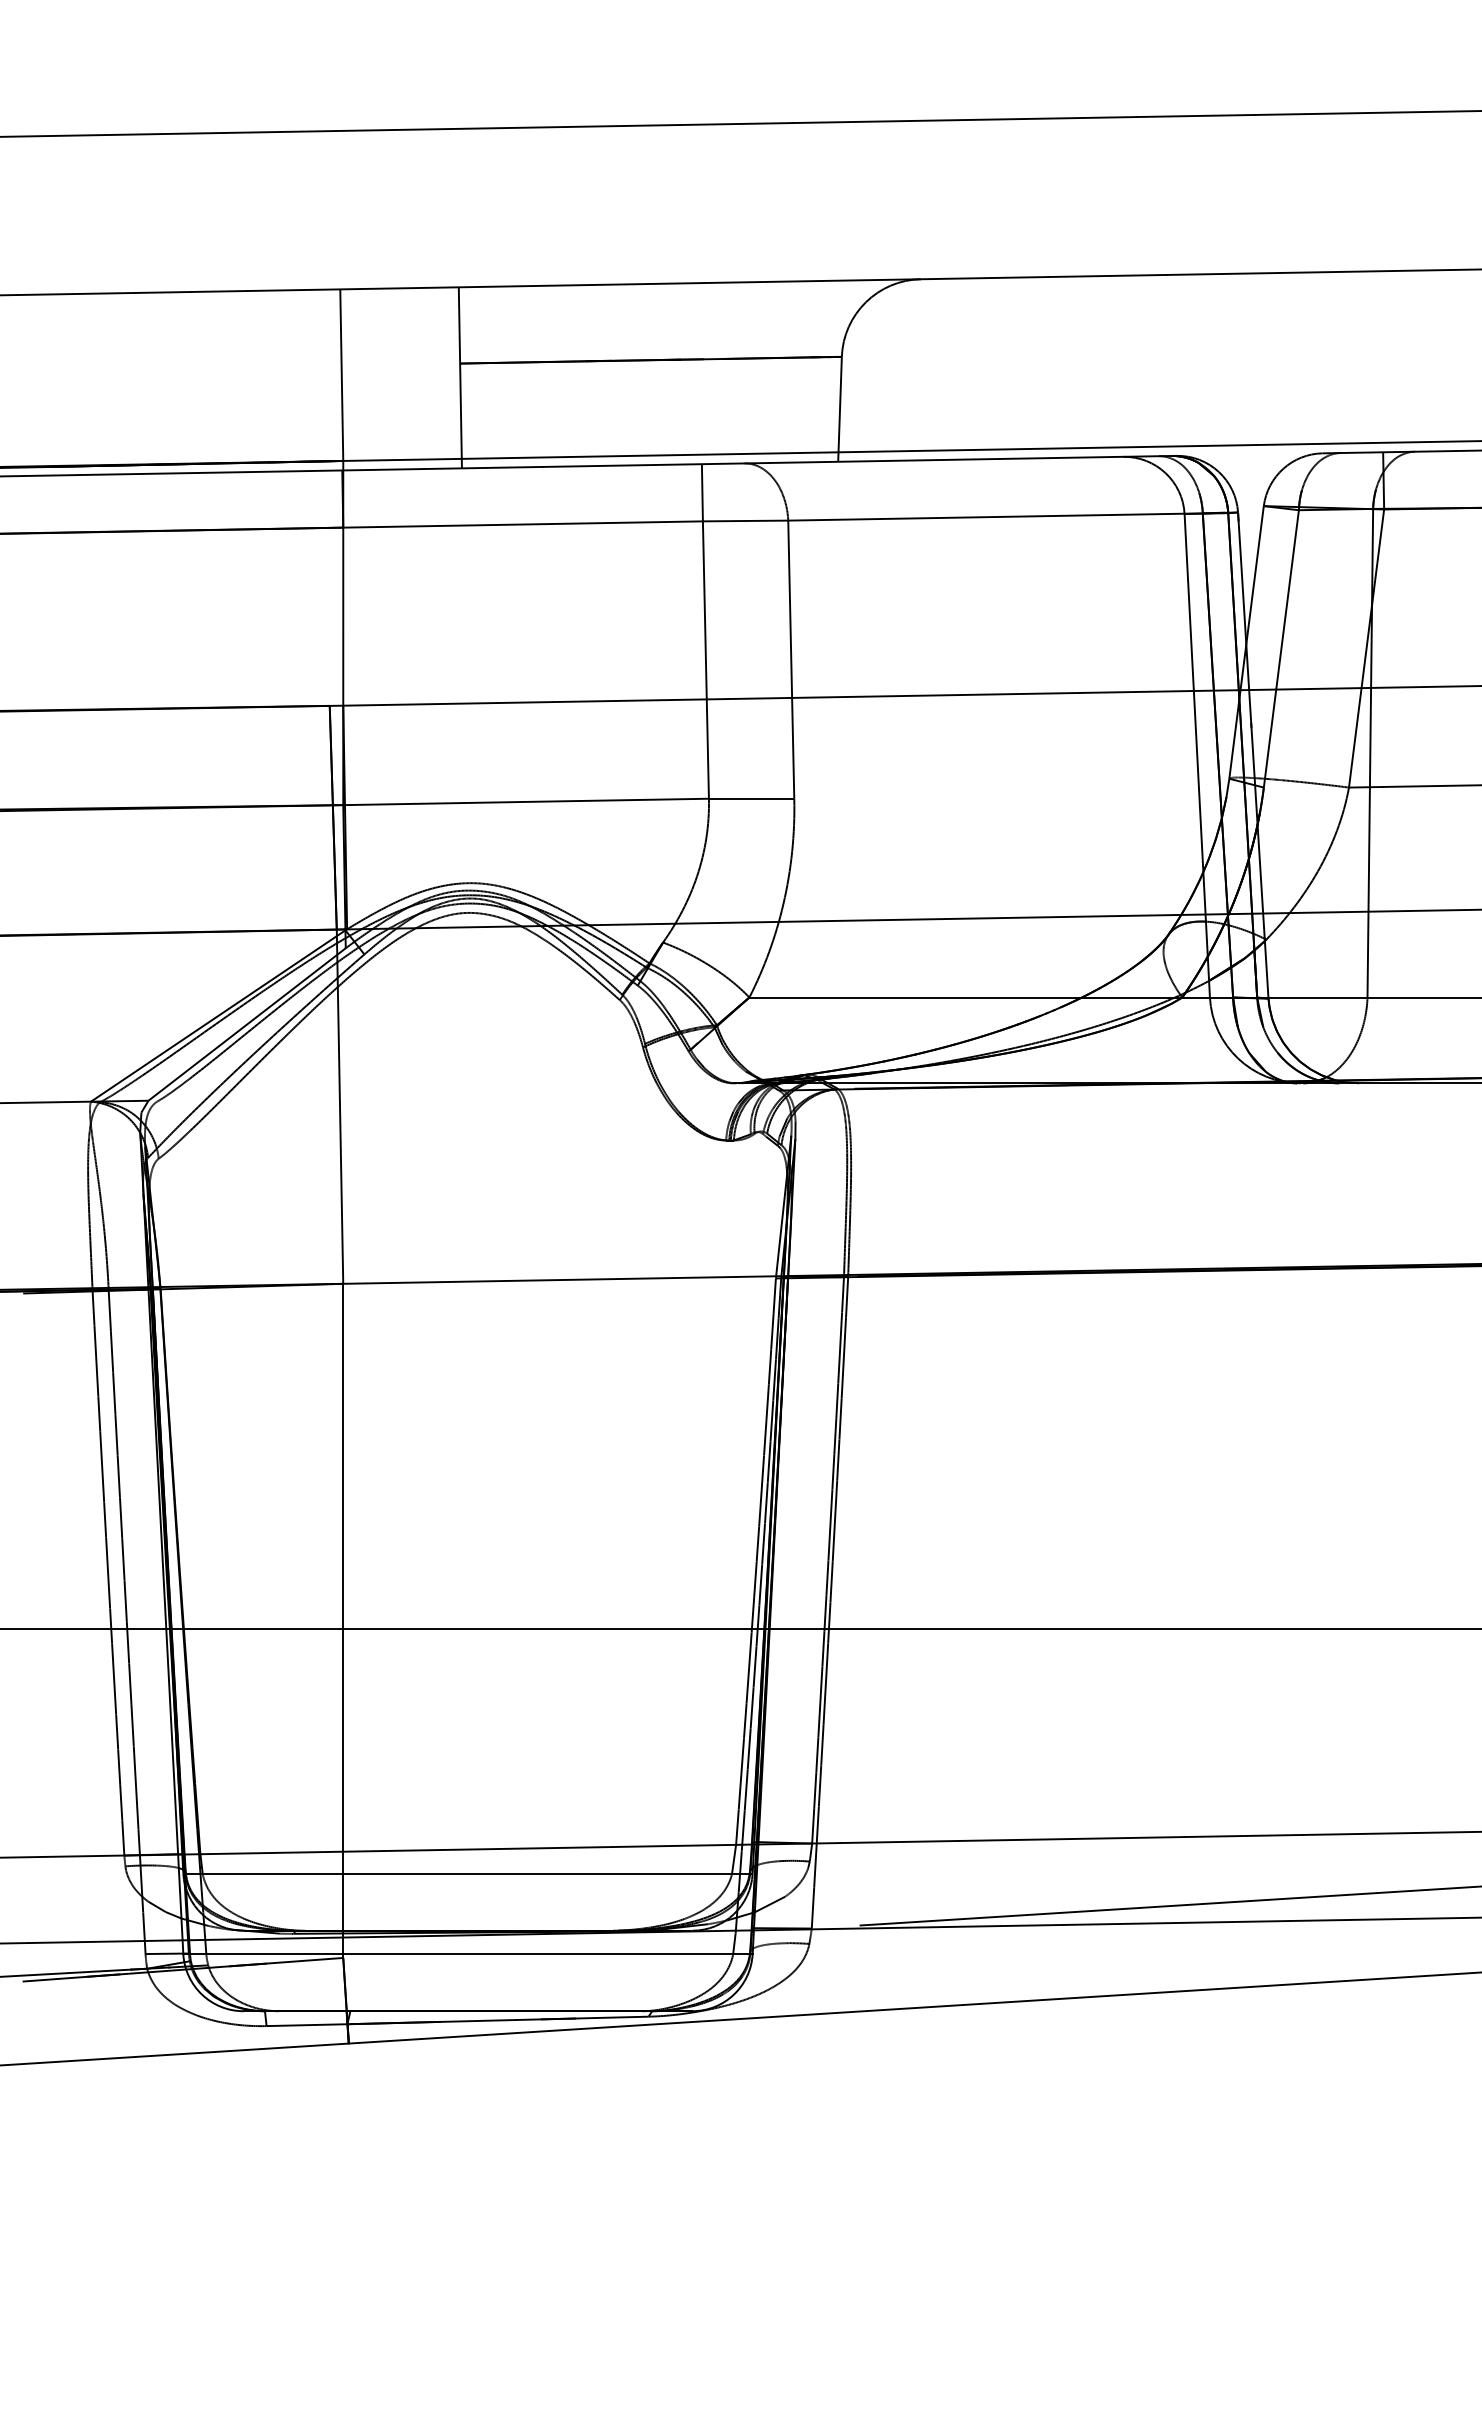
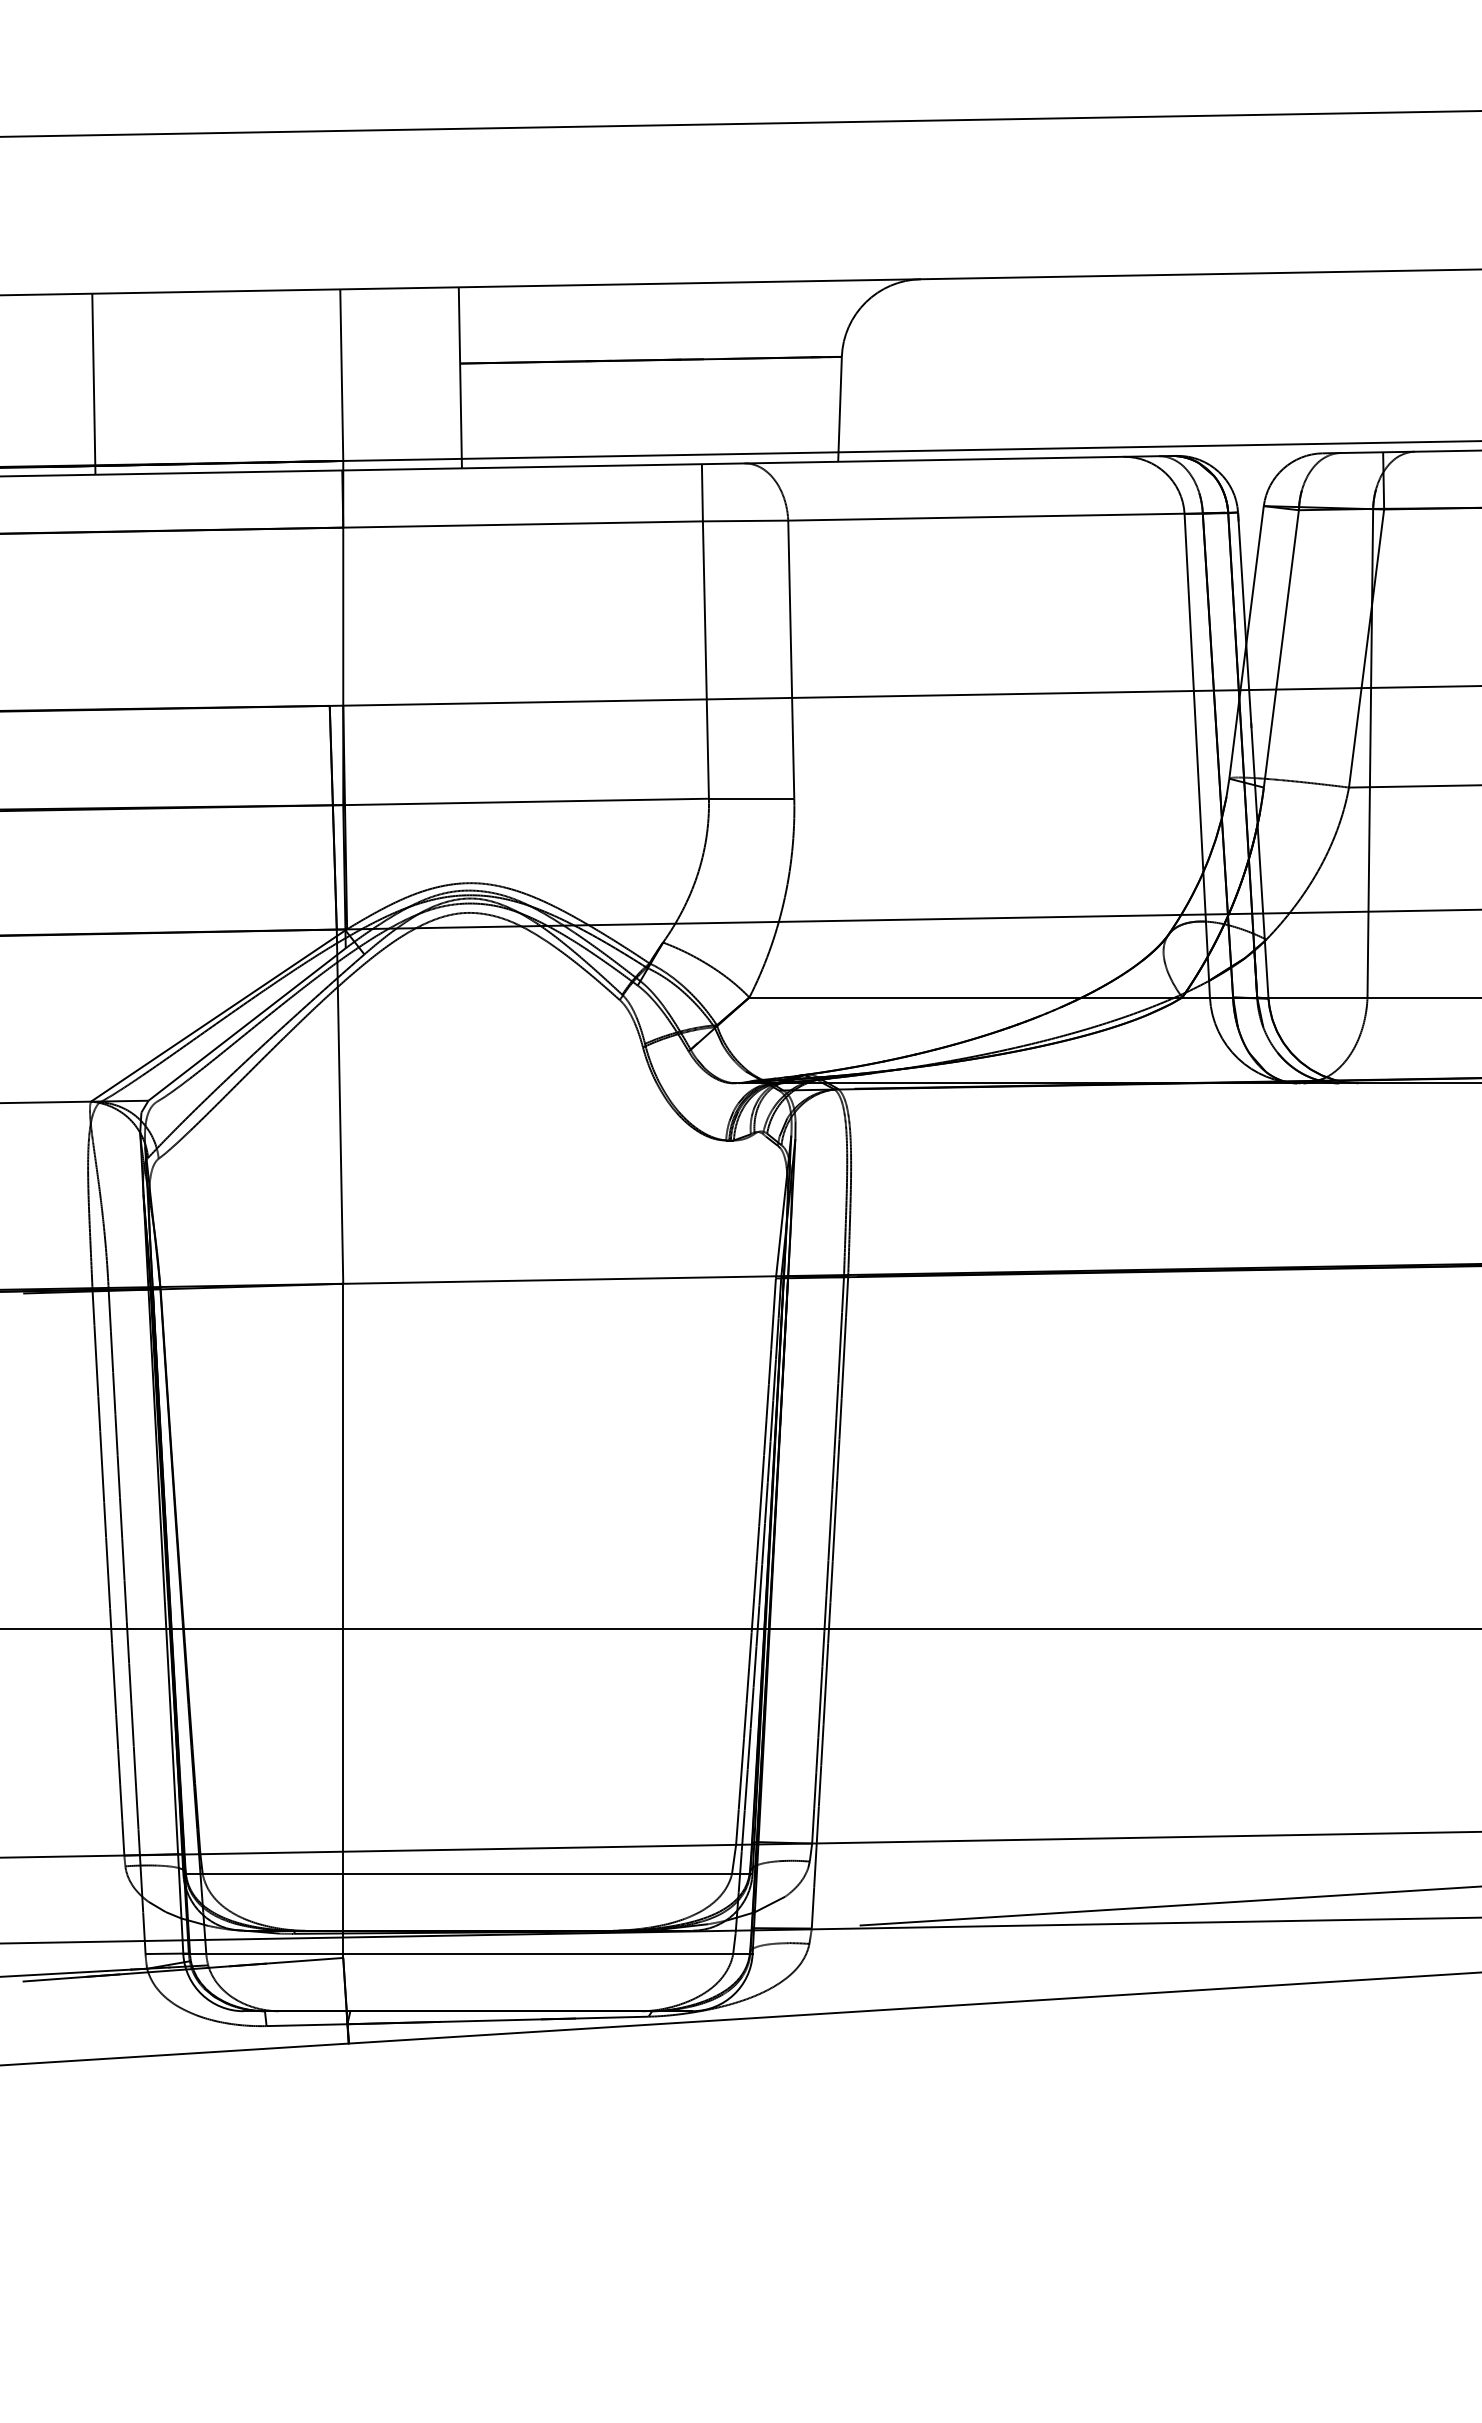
line at (93, 383): none -> present
